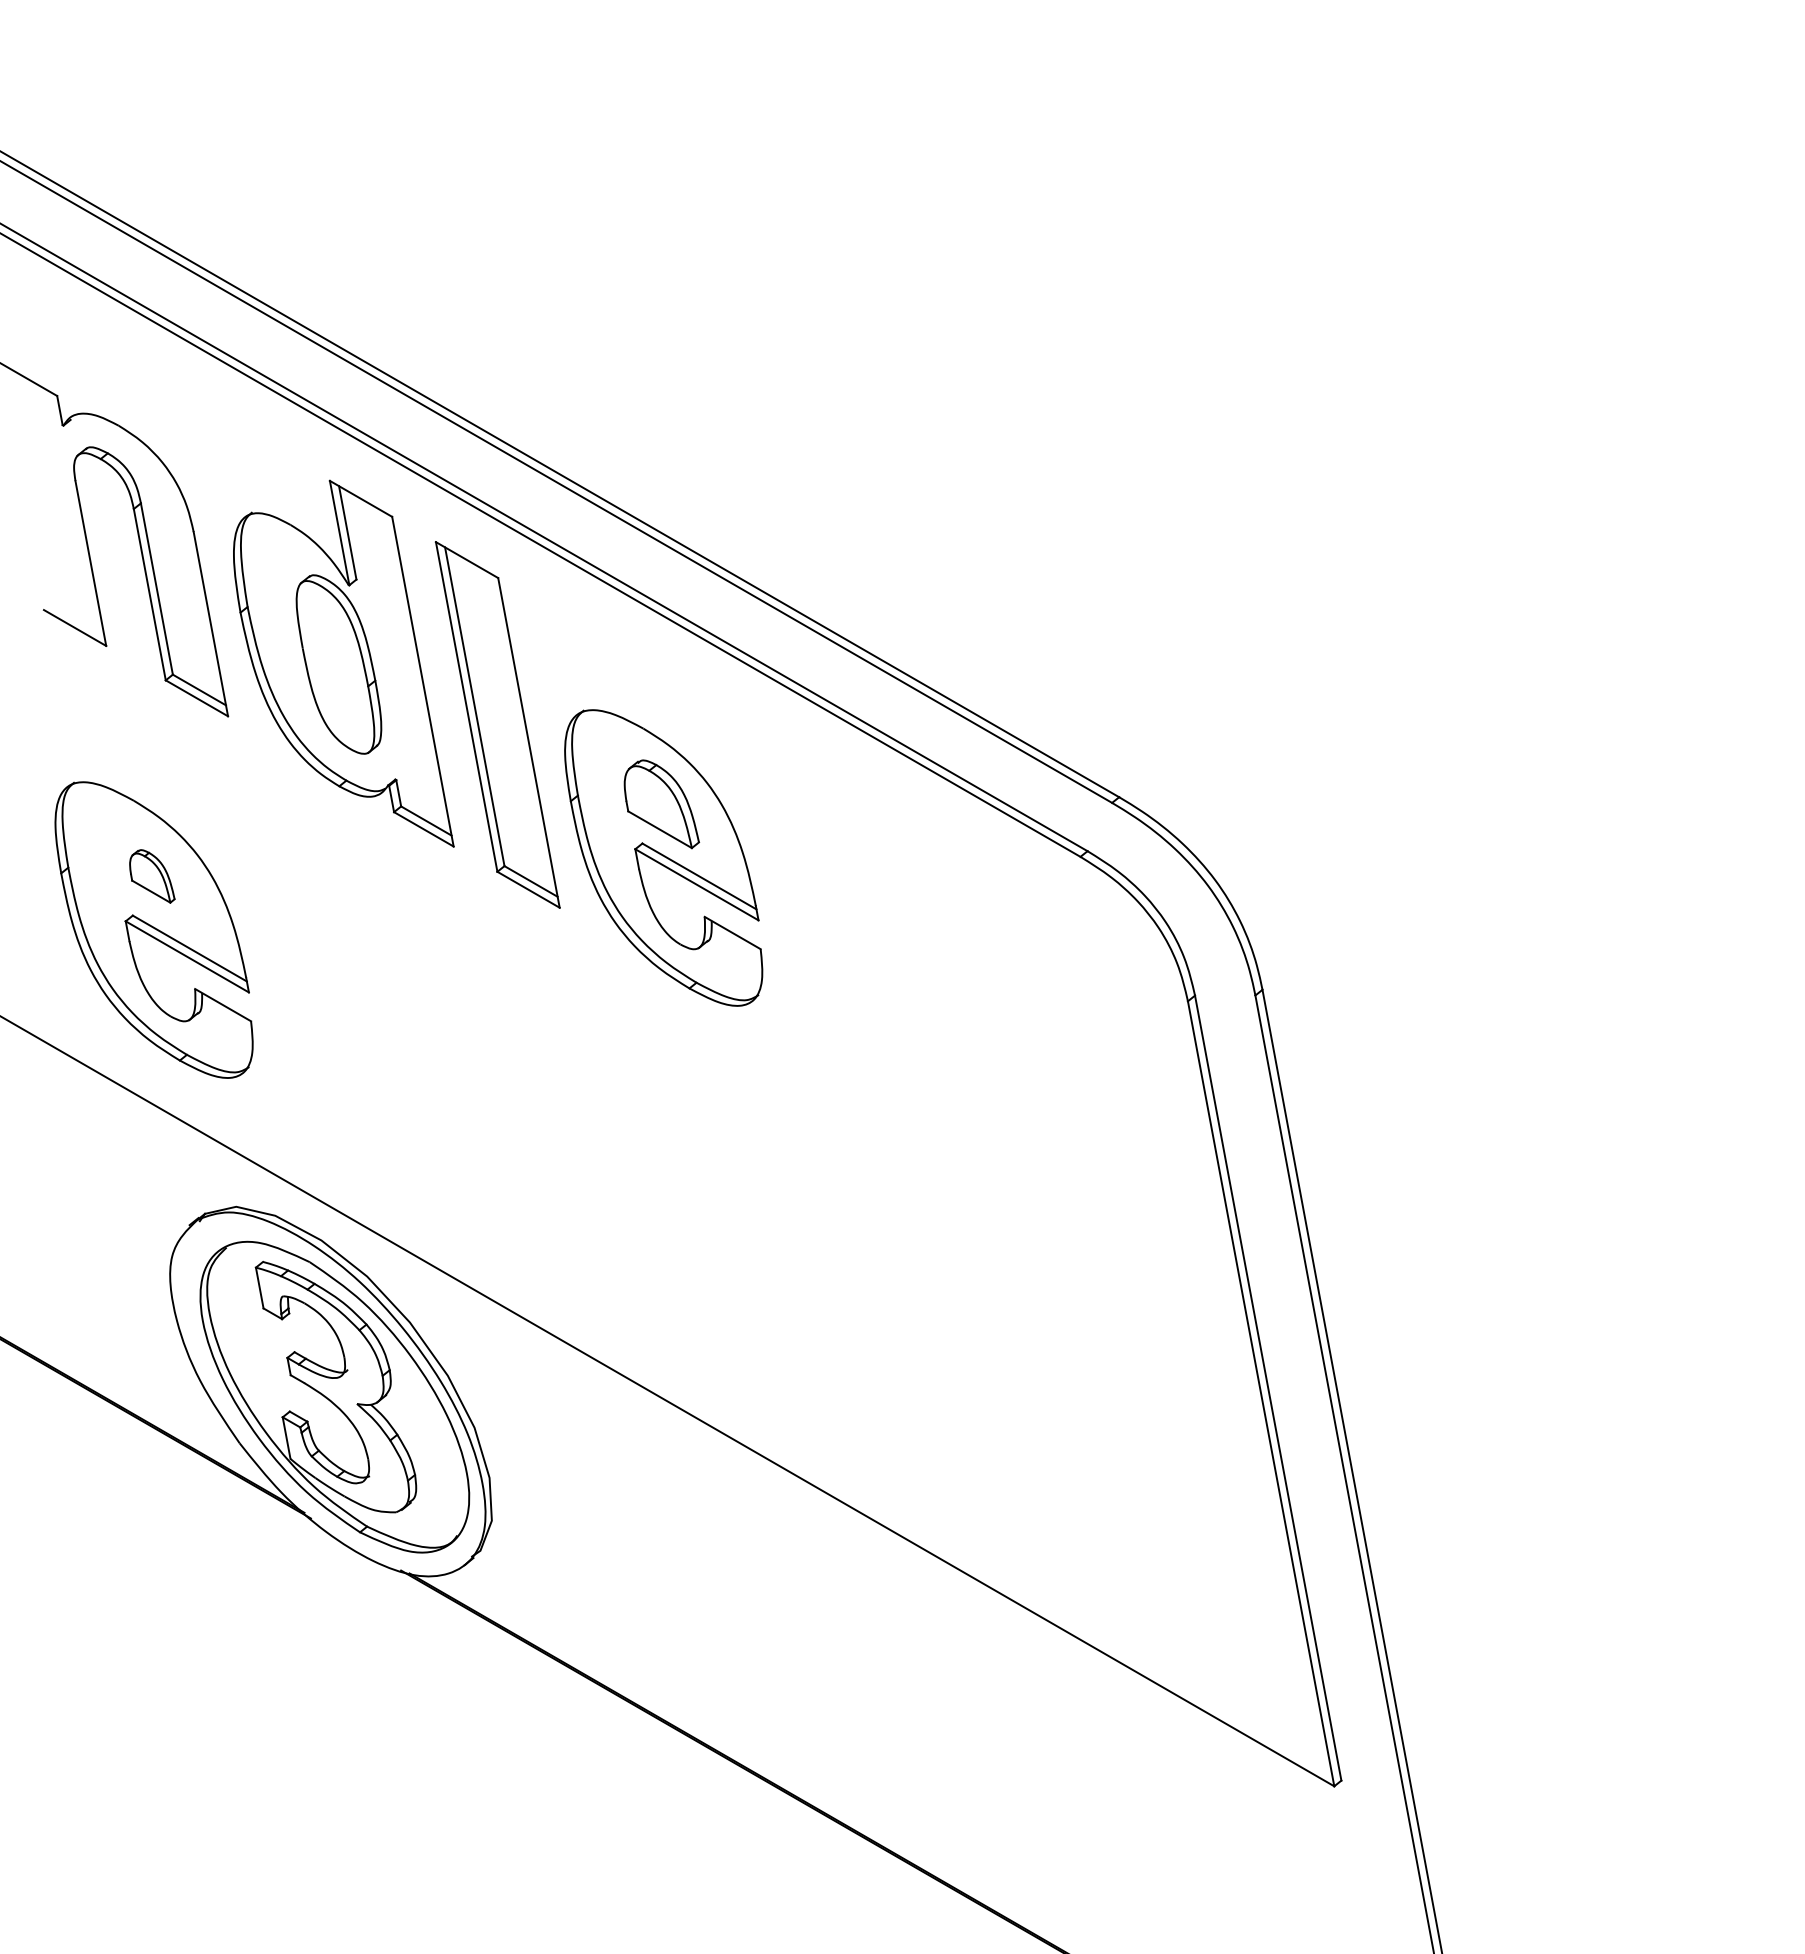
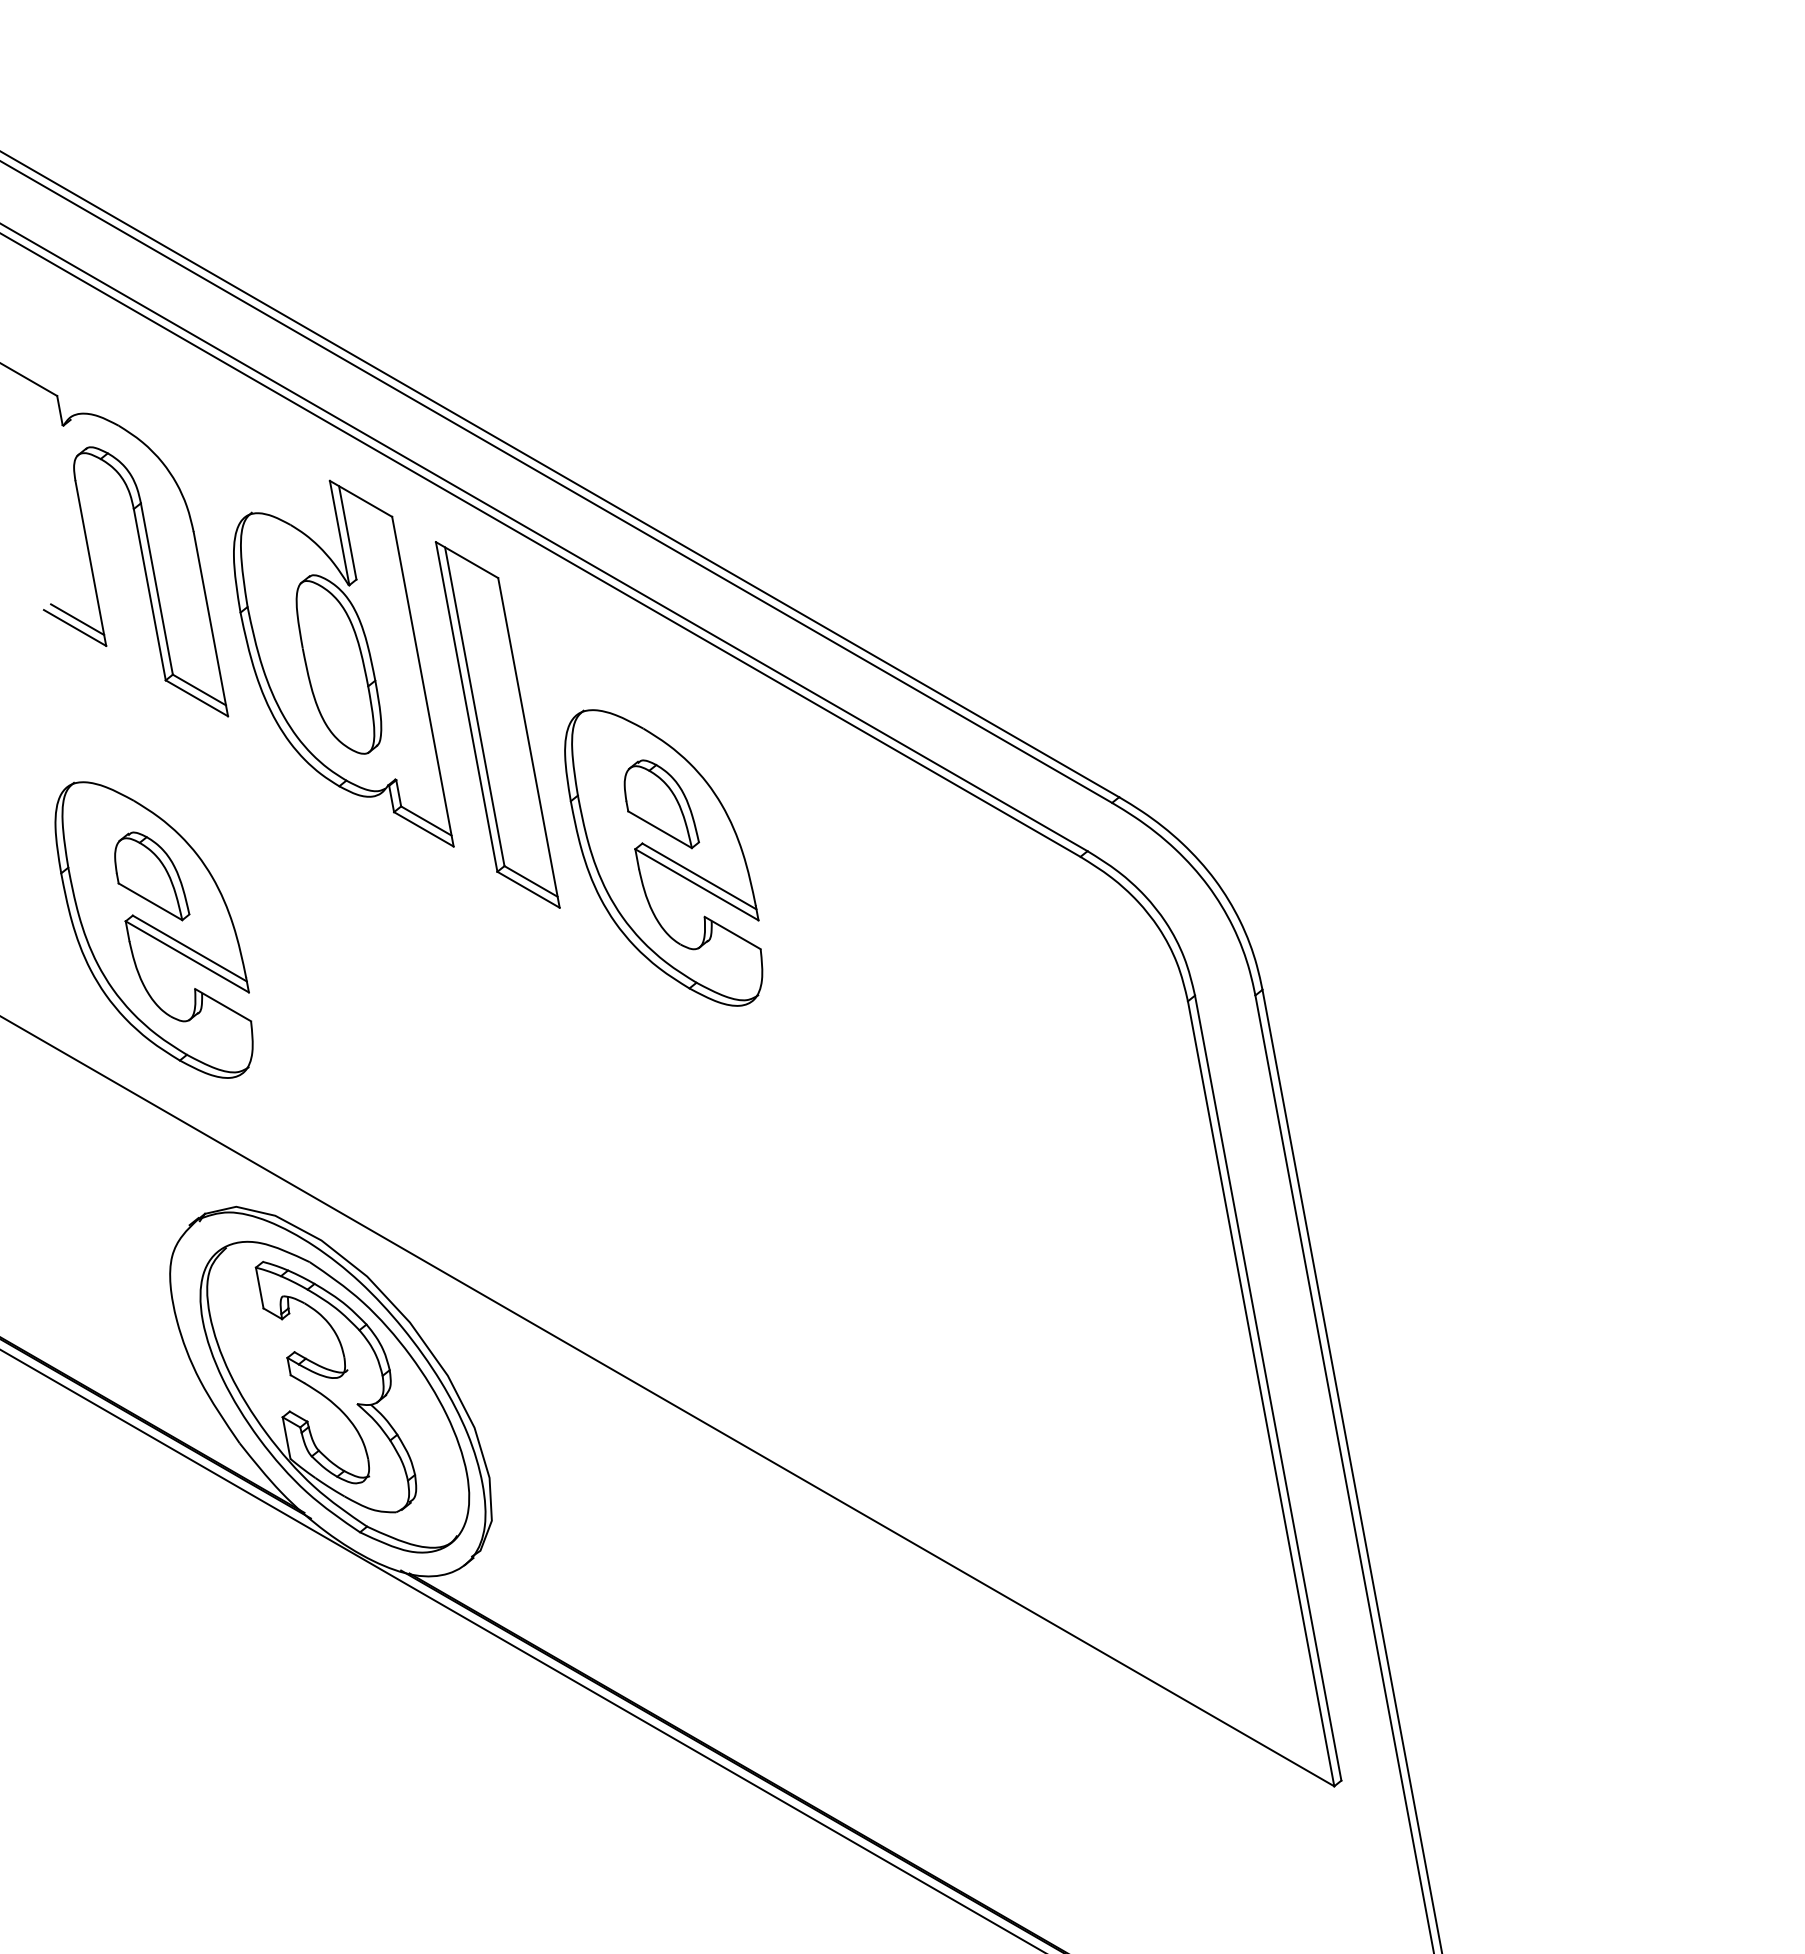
line at (77, 619): none -> present
part at (152, 876) size: 47x55 px -> 77x91 px
line at (521, 1650): none -> present
